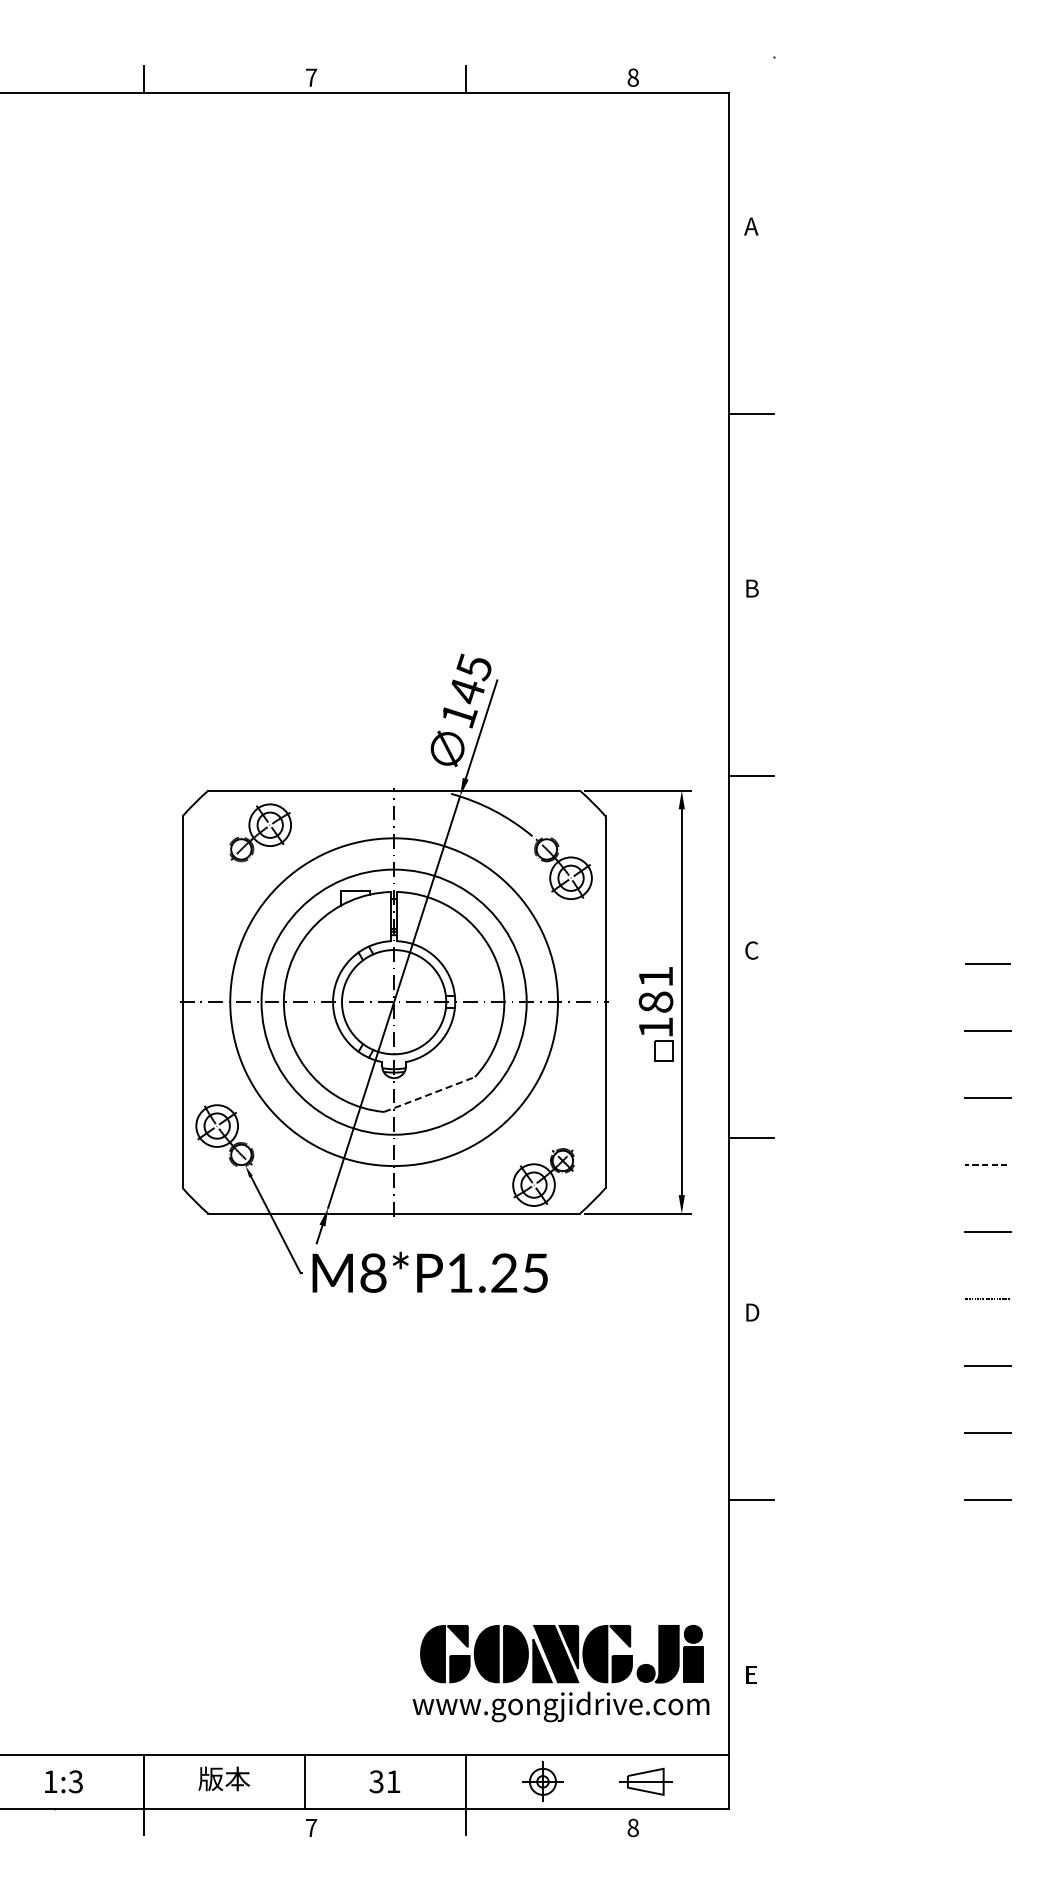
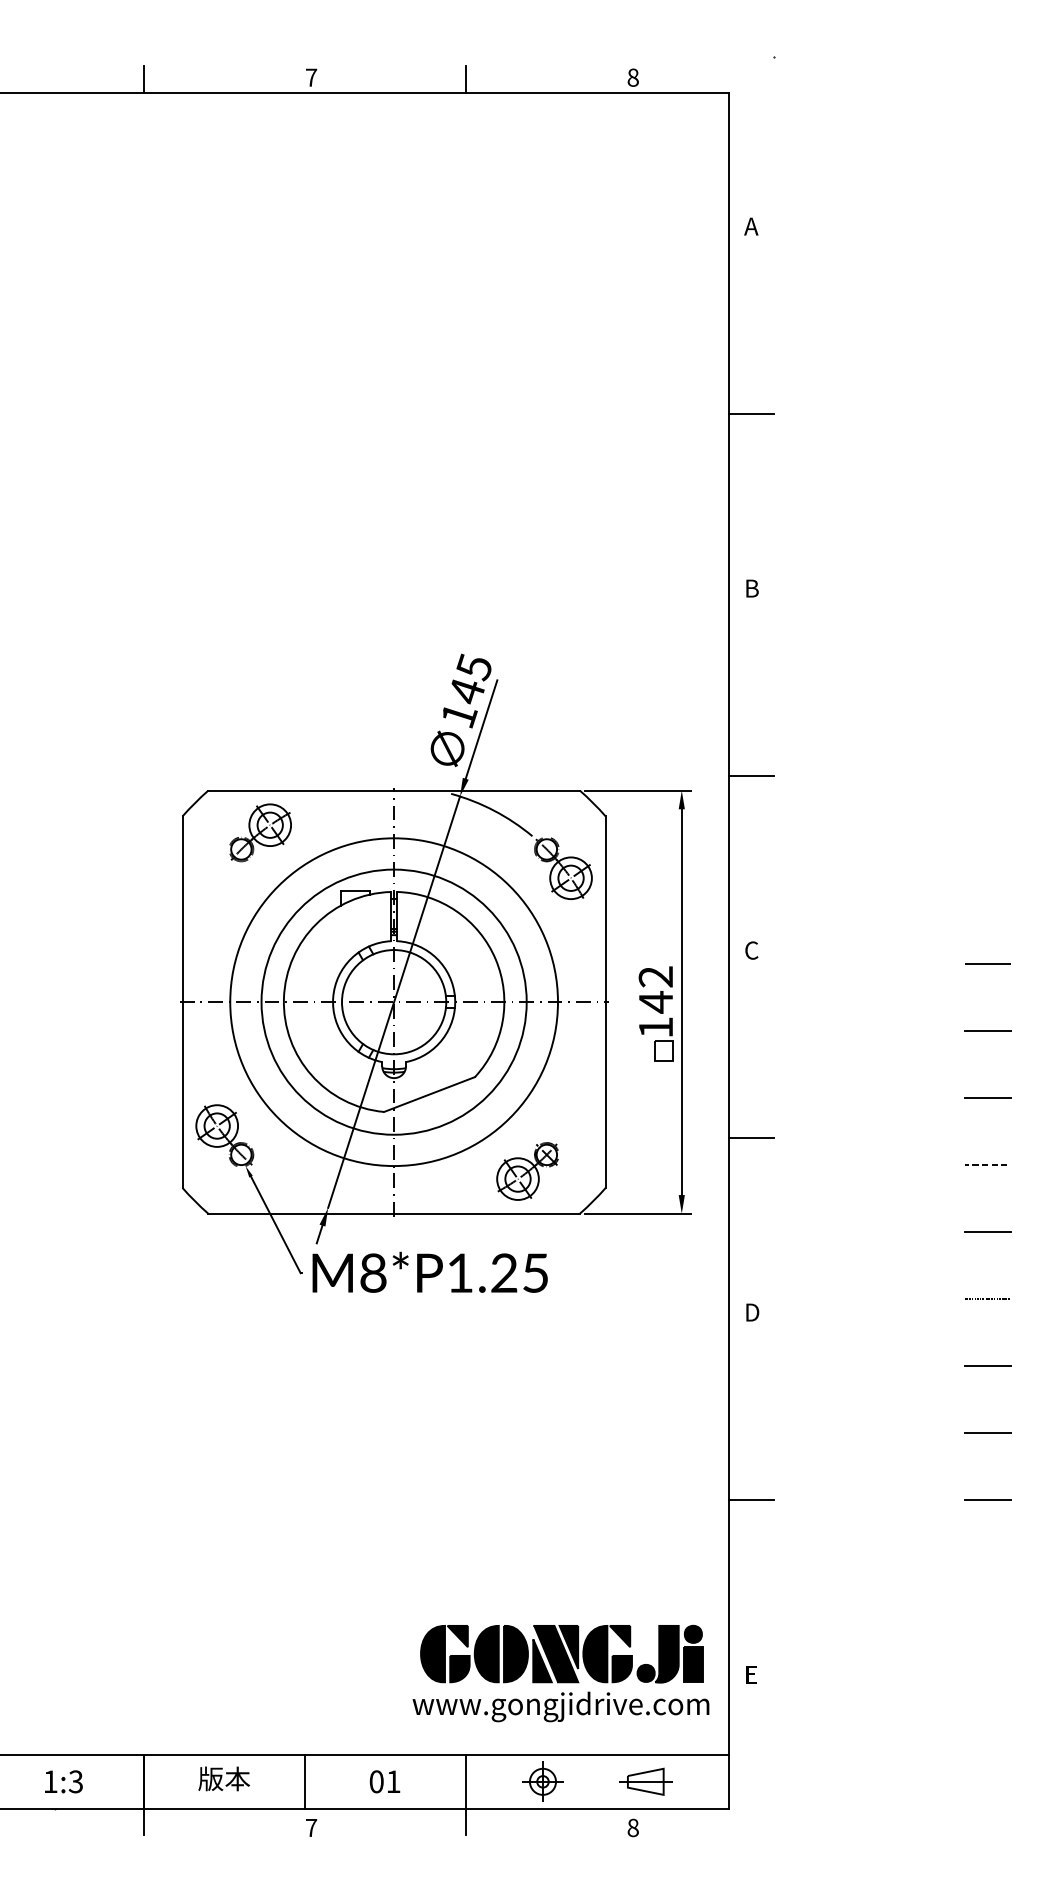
text at (655, 989): 181 -> 142
line at (429, 1094): dashed -> solid
part at (543, 1177) position: (543, 1177) -> (527, 1171)
text at (376, 1781): 31 -> 01
